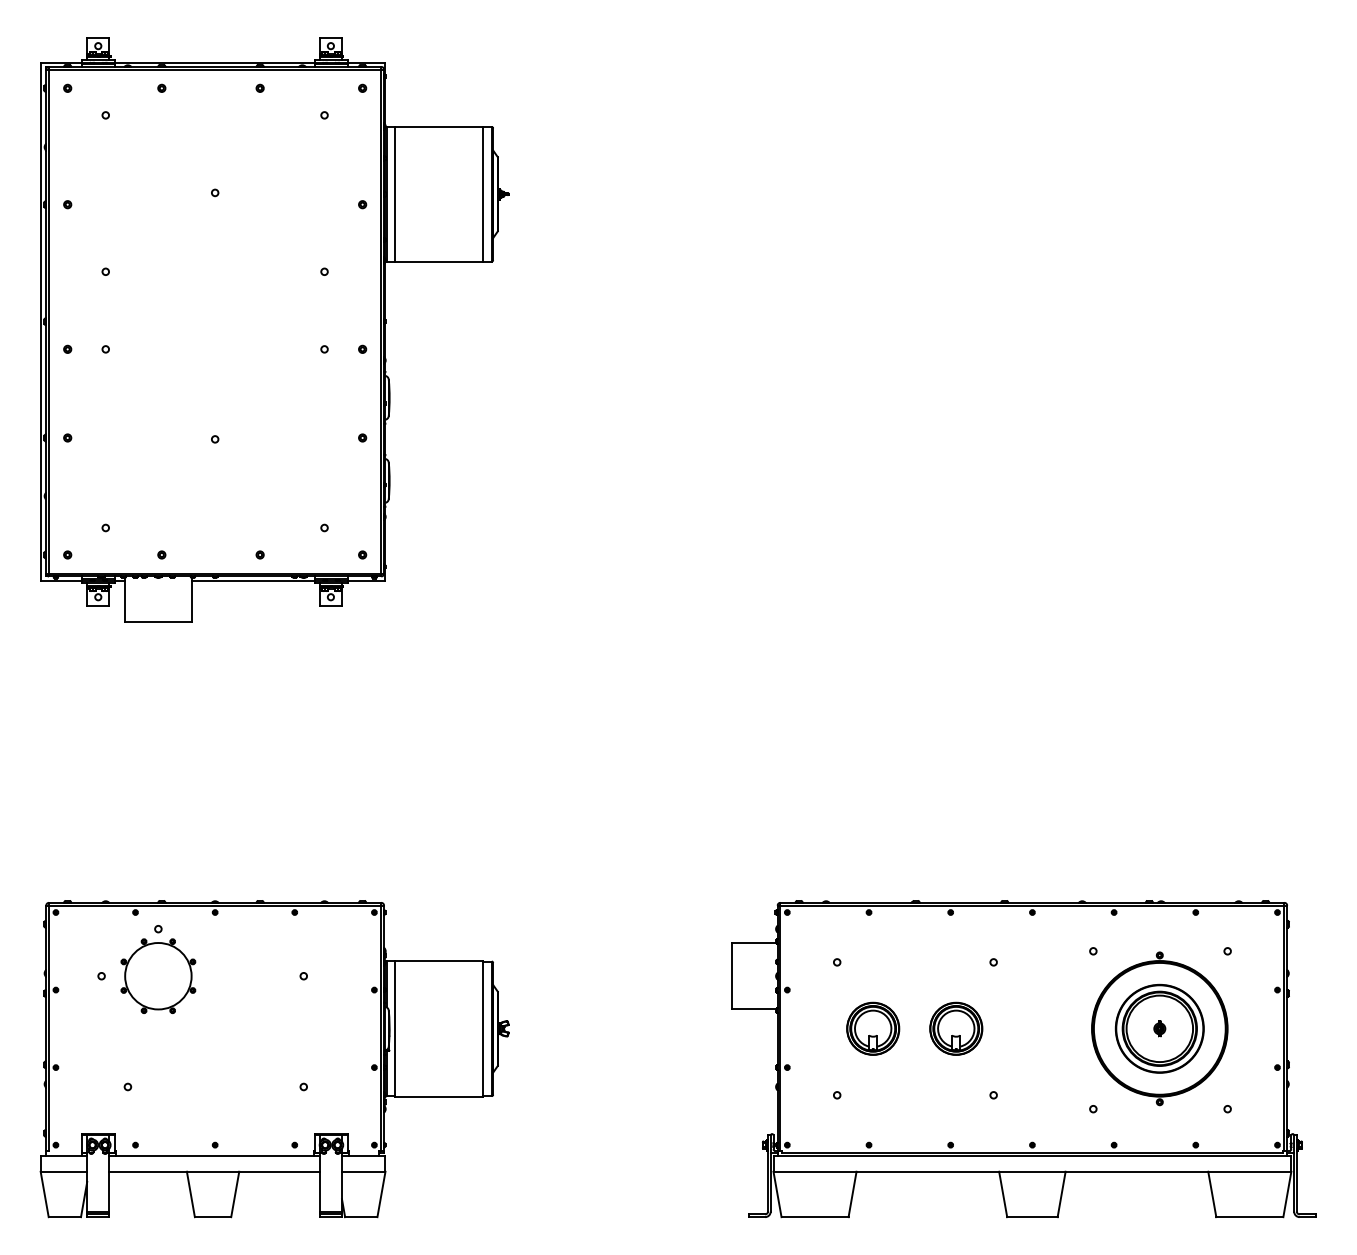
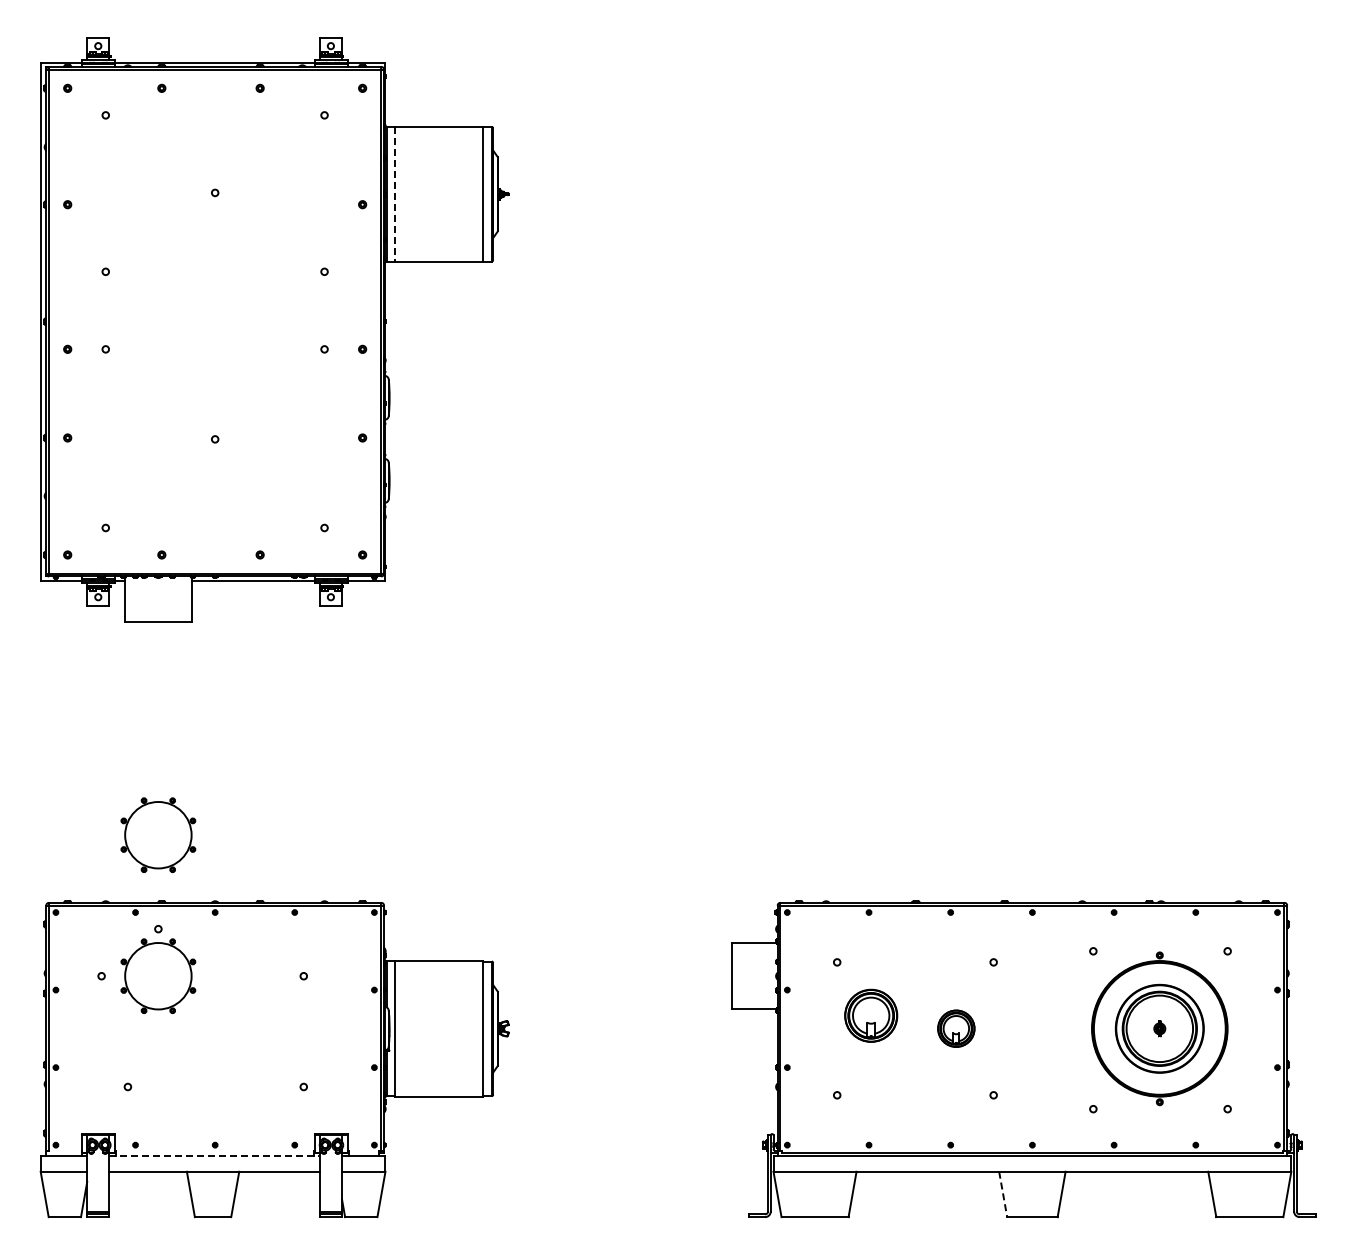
line at (394, 194): solid -> dashed
part at (158, 834): none -> present
part at (873, 1028) position: (873, 1028) -> (871, 1015)
part at (956, 1028) size: 55x55 px -> 39x39 px
line at (215, 1156): solid -> dashed
line at (1003, 1194): solid -> dashed
